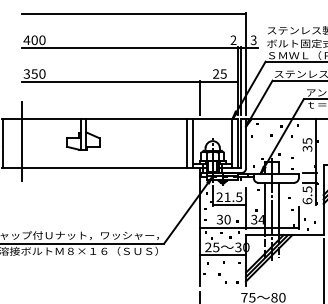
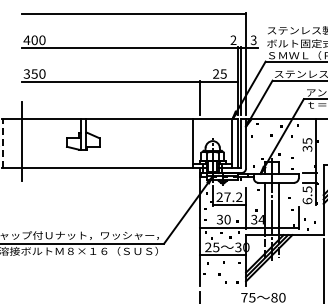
line at (3, 143): solid -> dashed
line at (187, 143): present -> none
text at (233, 197): 21.5 -> 27.2
